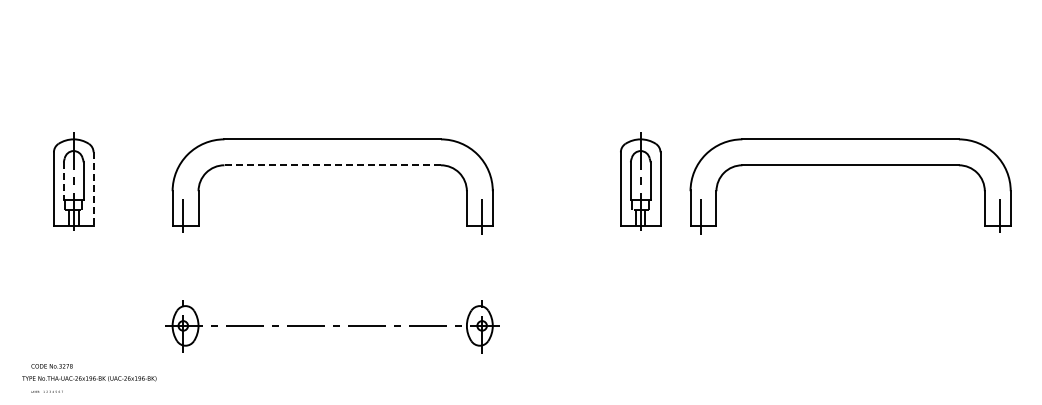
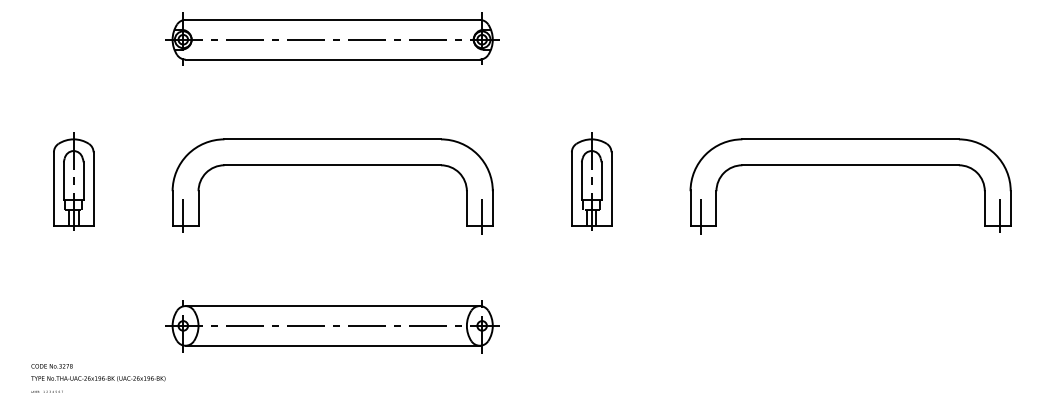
part at (332, 38): none -> present
line at (332, 165): dashed -> solid
line at (63, 181): dashed -> solid
part at (640, 181) position: (640, 181) -> (591, 181)
line at (93, 189): dashed -> solid
line at (332, 306): none -> present
line at (332, 345): none -> present
text at (89, 378) position: (89, 378) -> (98, 378)
